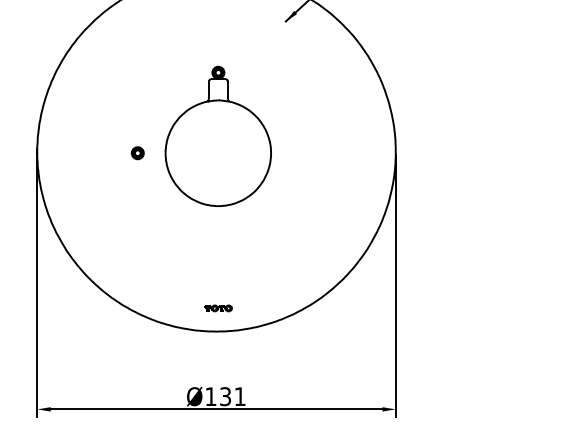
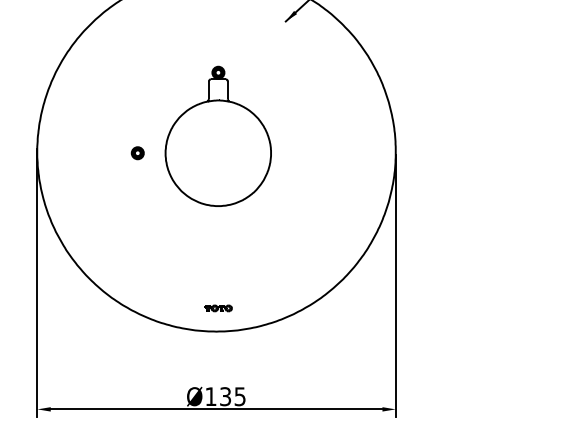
text at (239, 396): Ø131 -> Ø135
